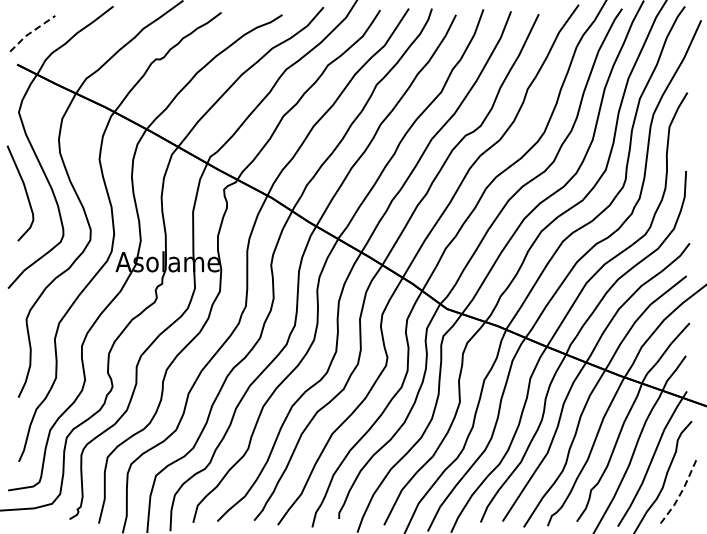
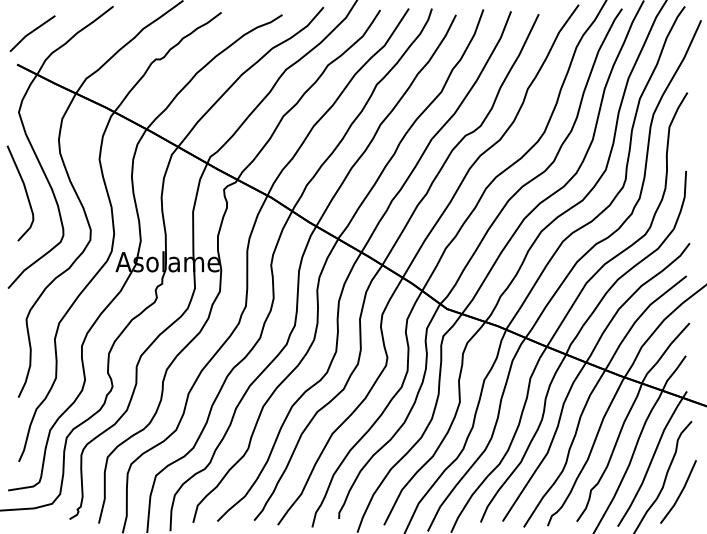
line at (30, 32): dashed -> solid
line at (680, 493): dashed -> solid
